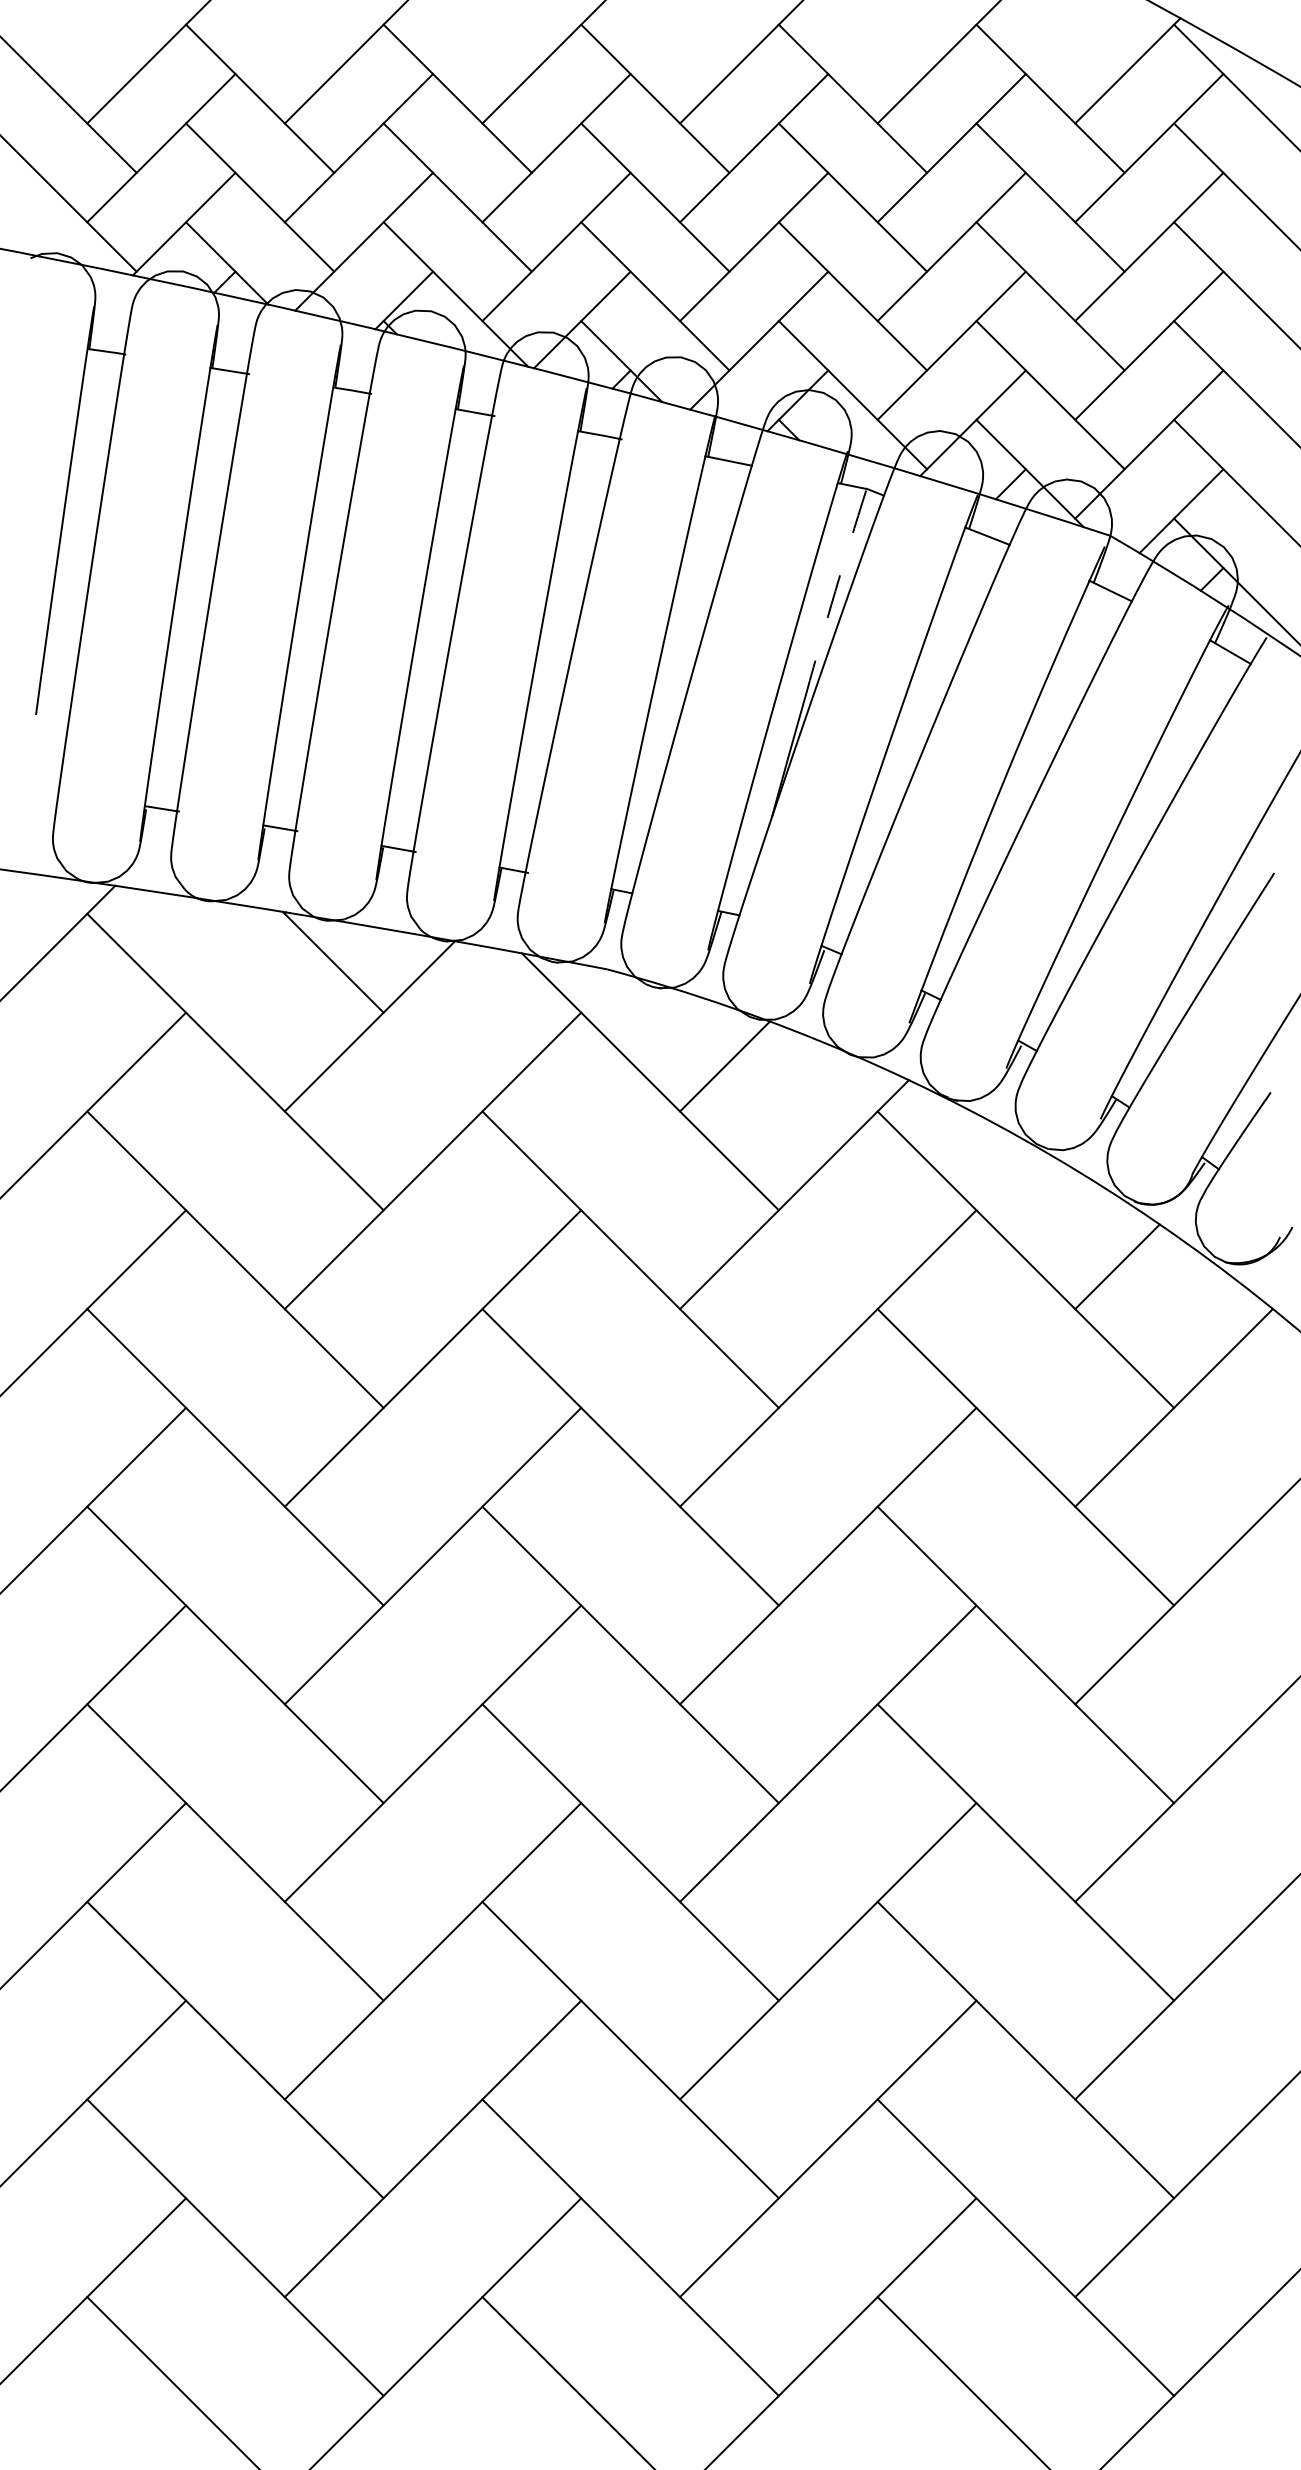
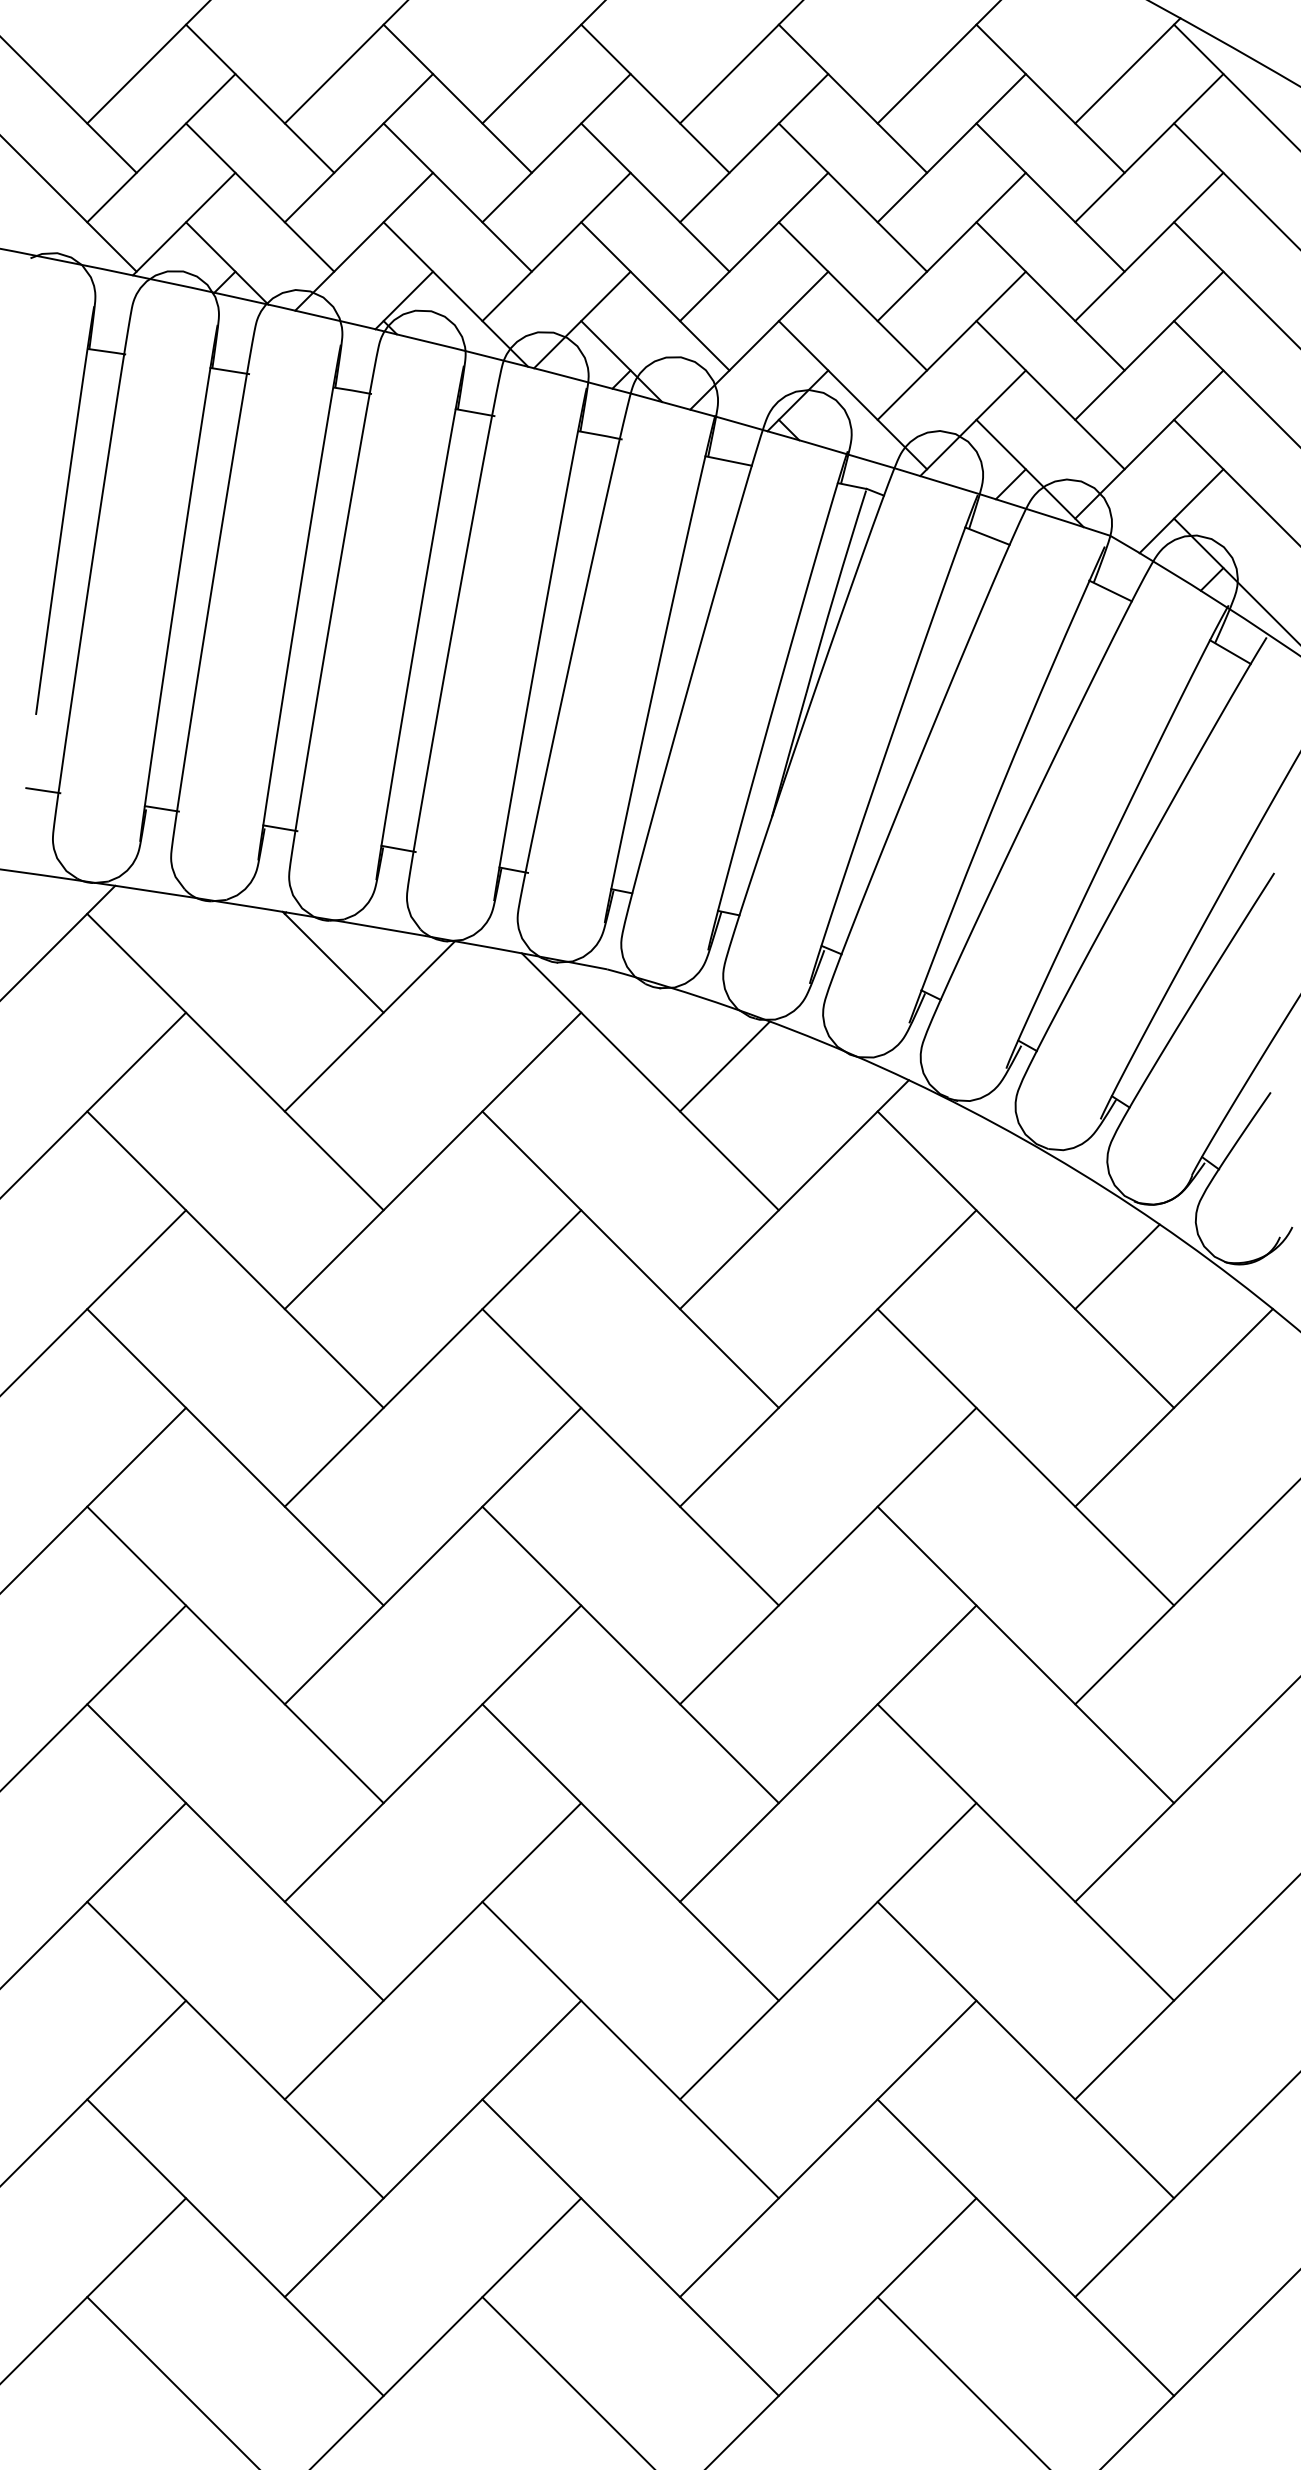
arc at (835, 591): dashed -> solid
line at (43, 790): none -> present
